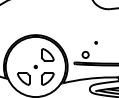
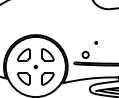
part at (23, 54): none -> present
